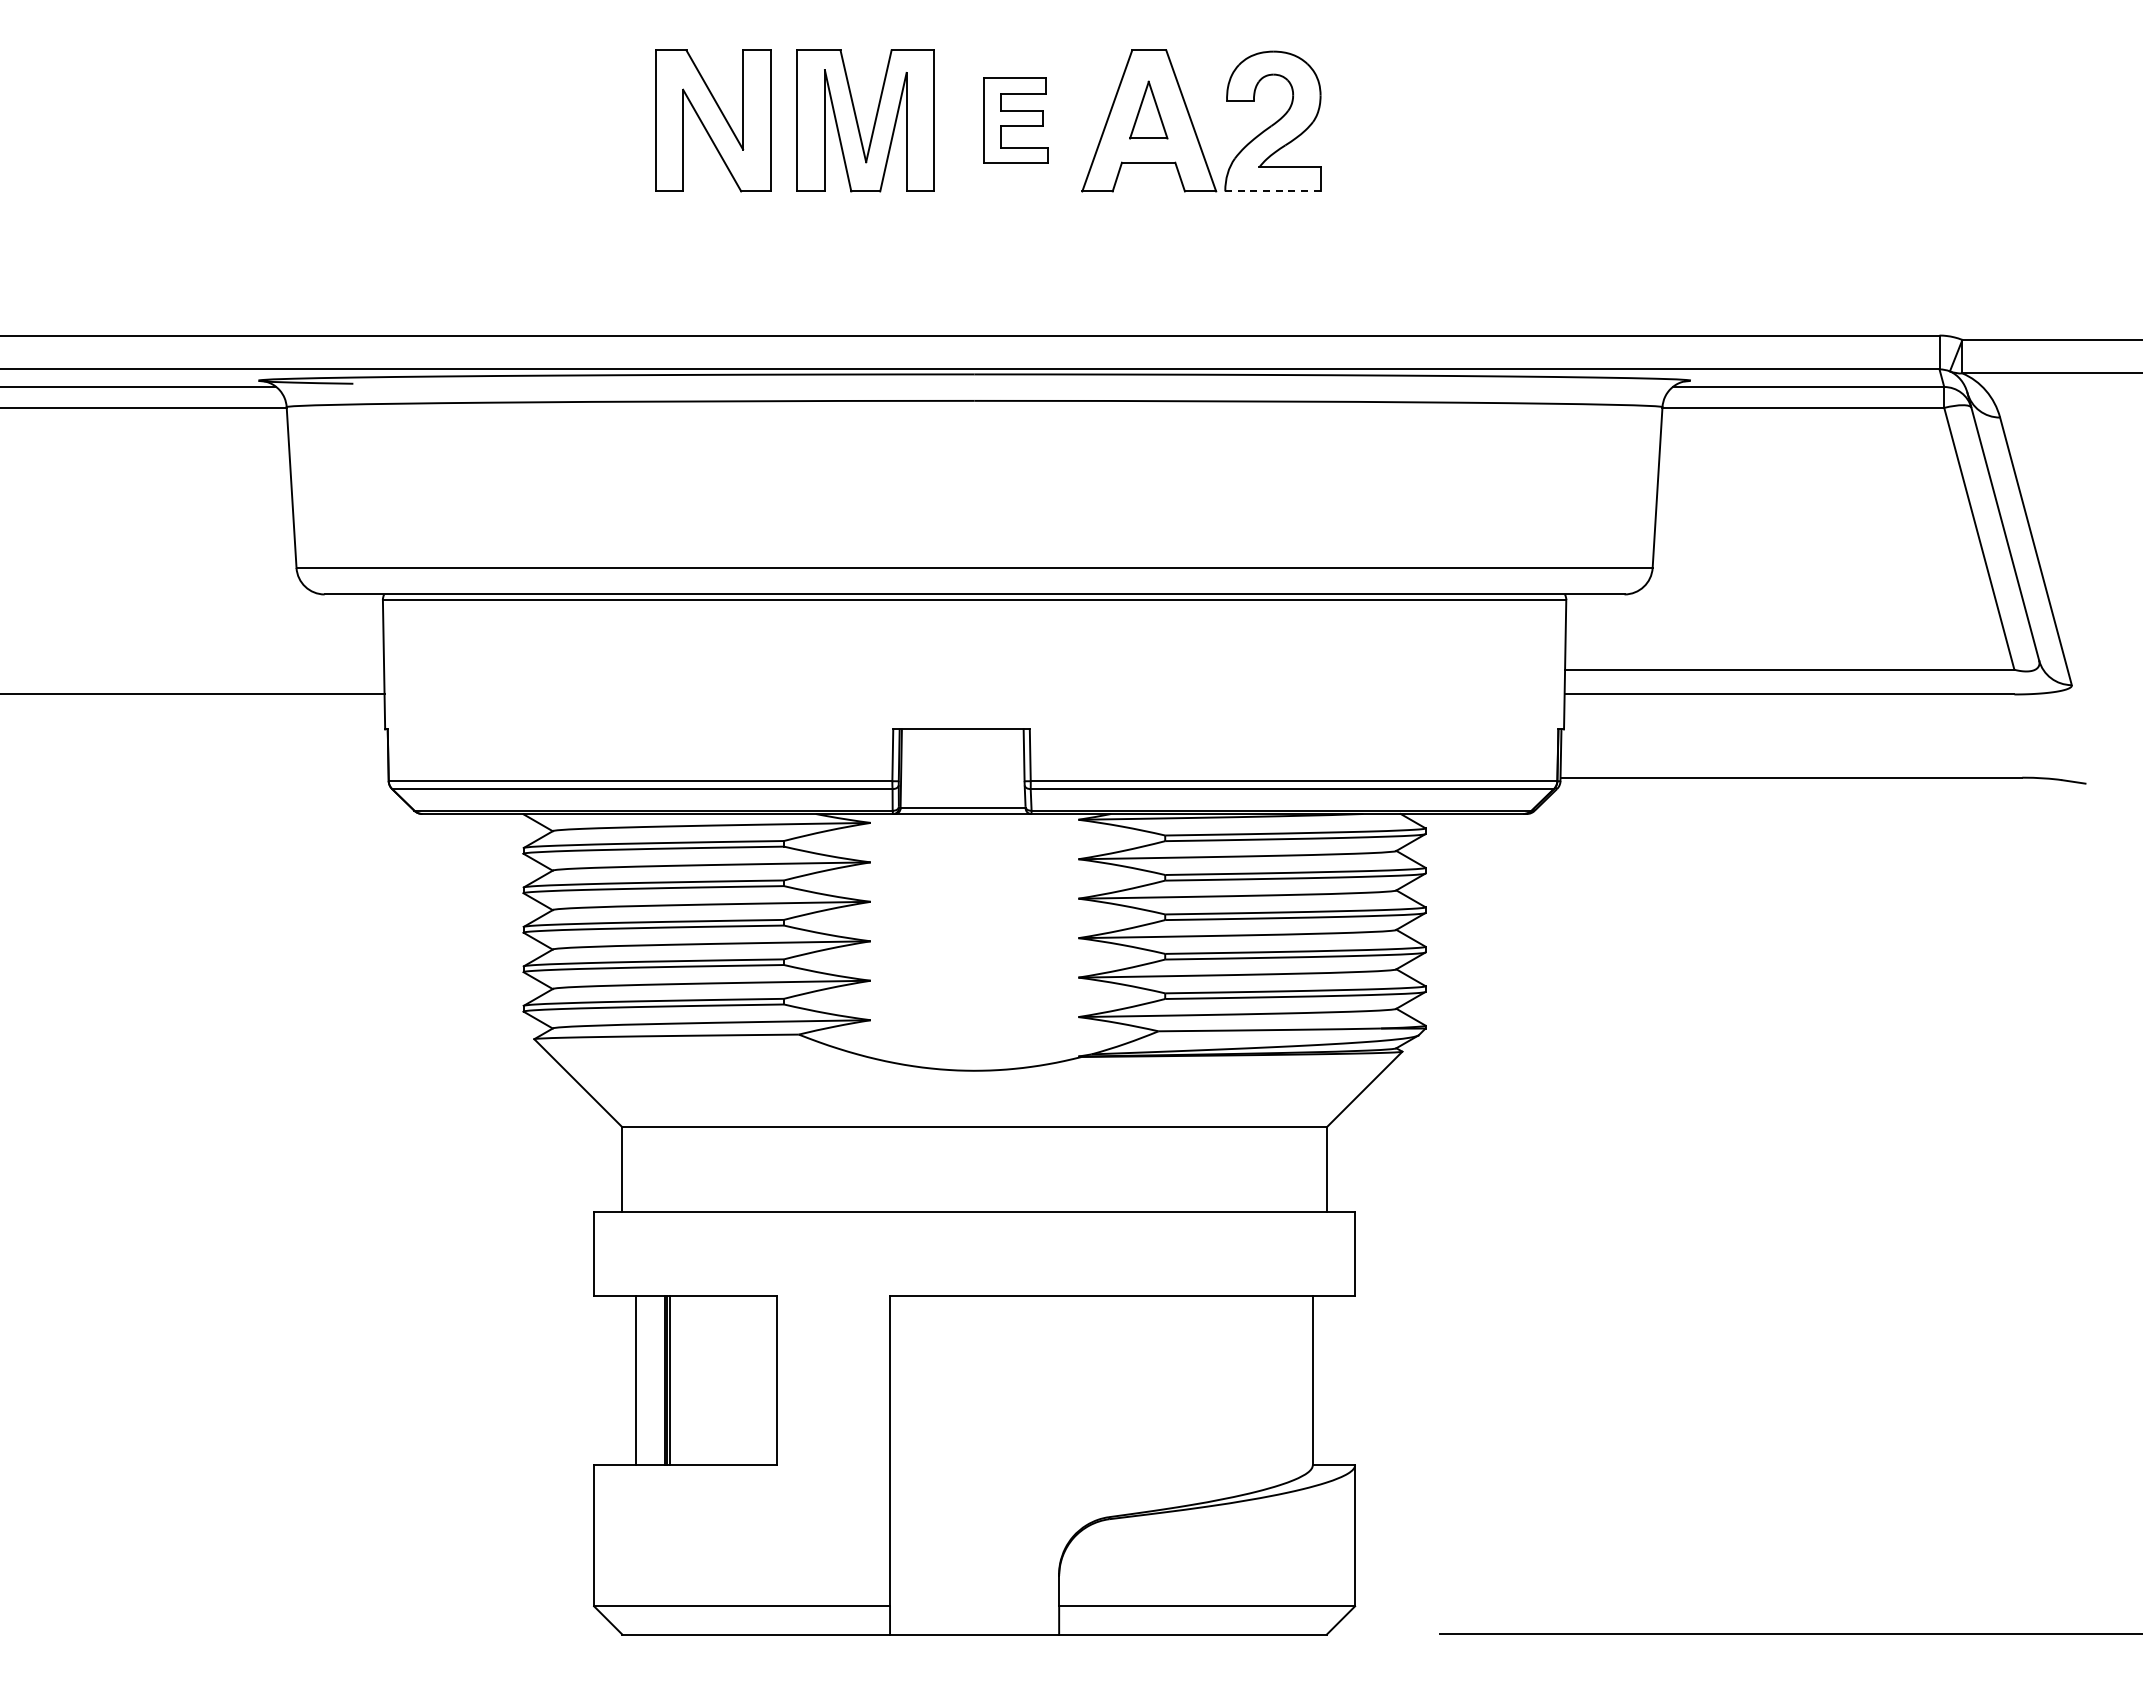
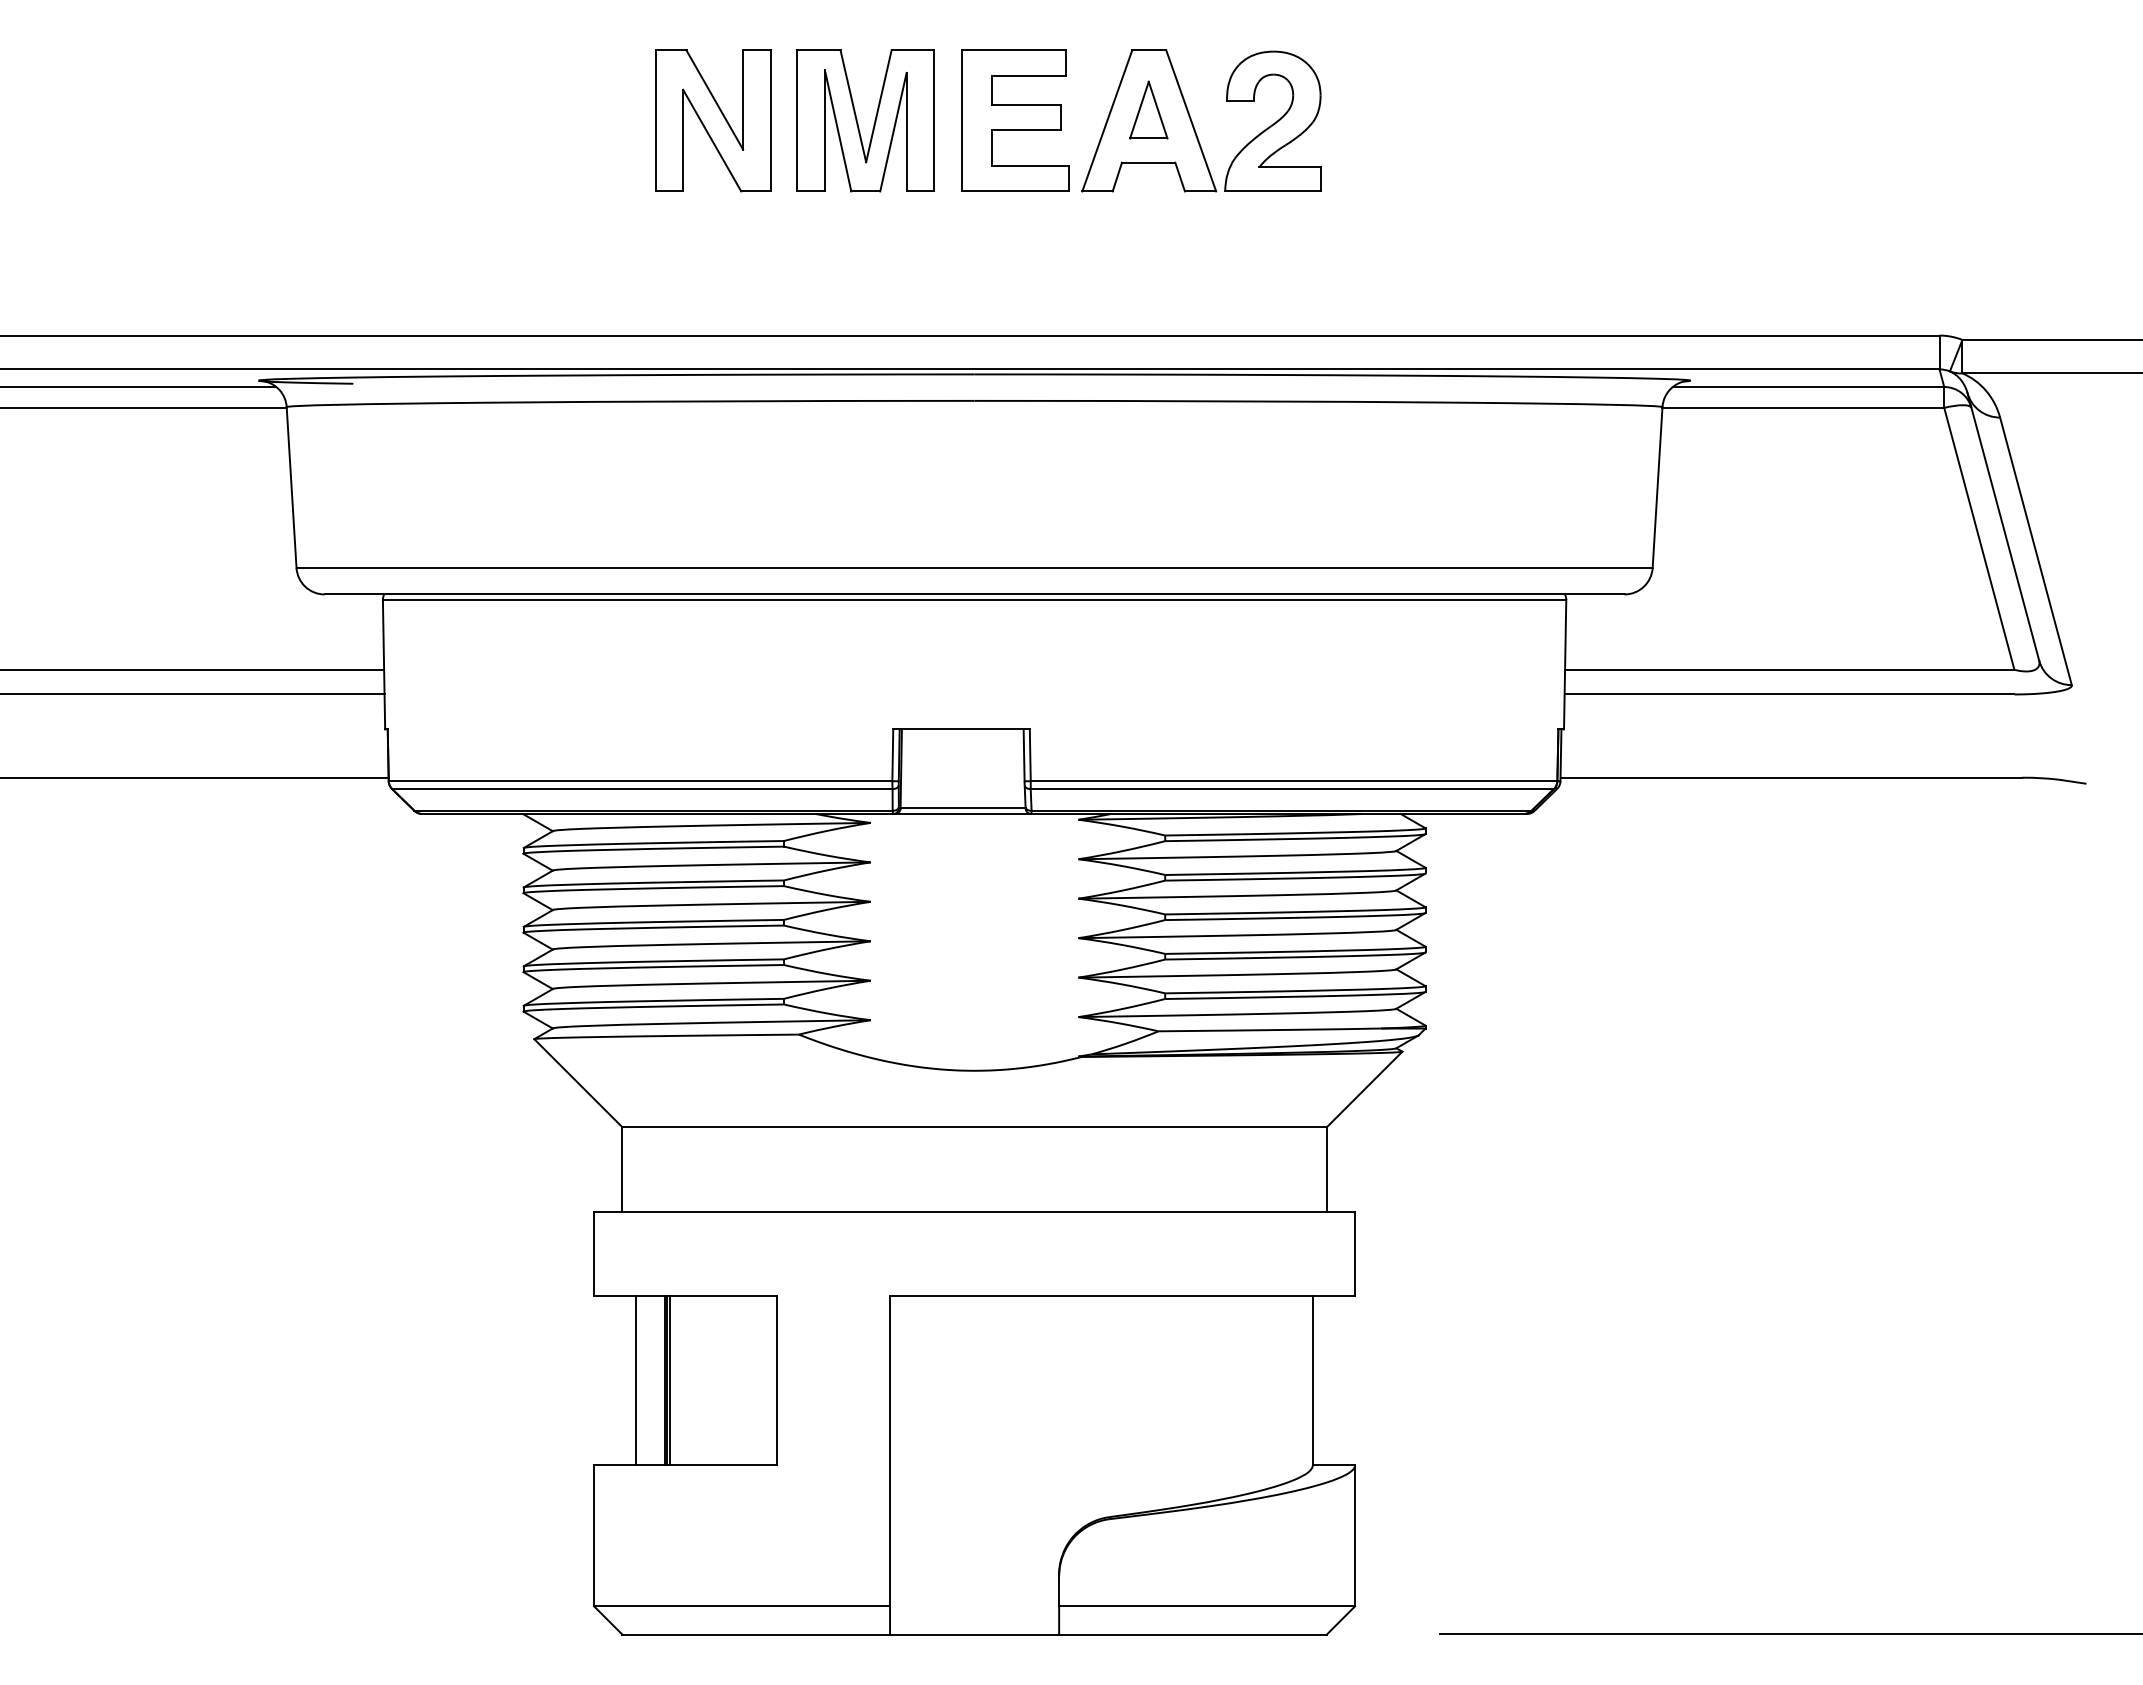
part at (1015, 120) size: 66x87 px -> 109x143 px
line at (1272, 191): dashed -> solid
line at (193, 669): none -> present
line at (195, 777): none -> present
